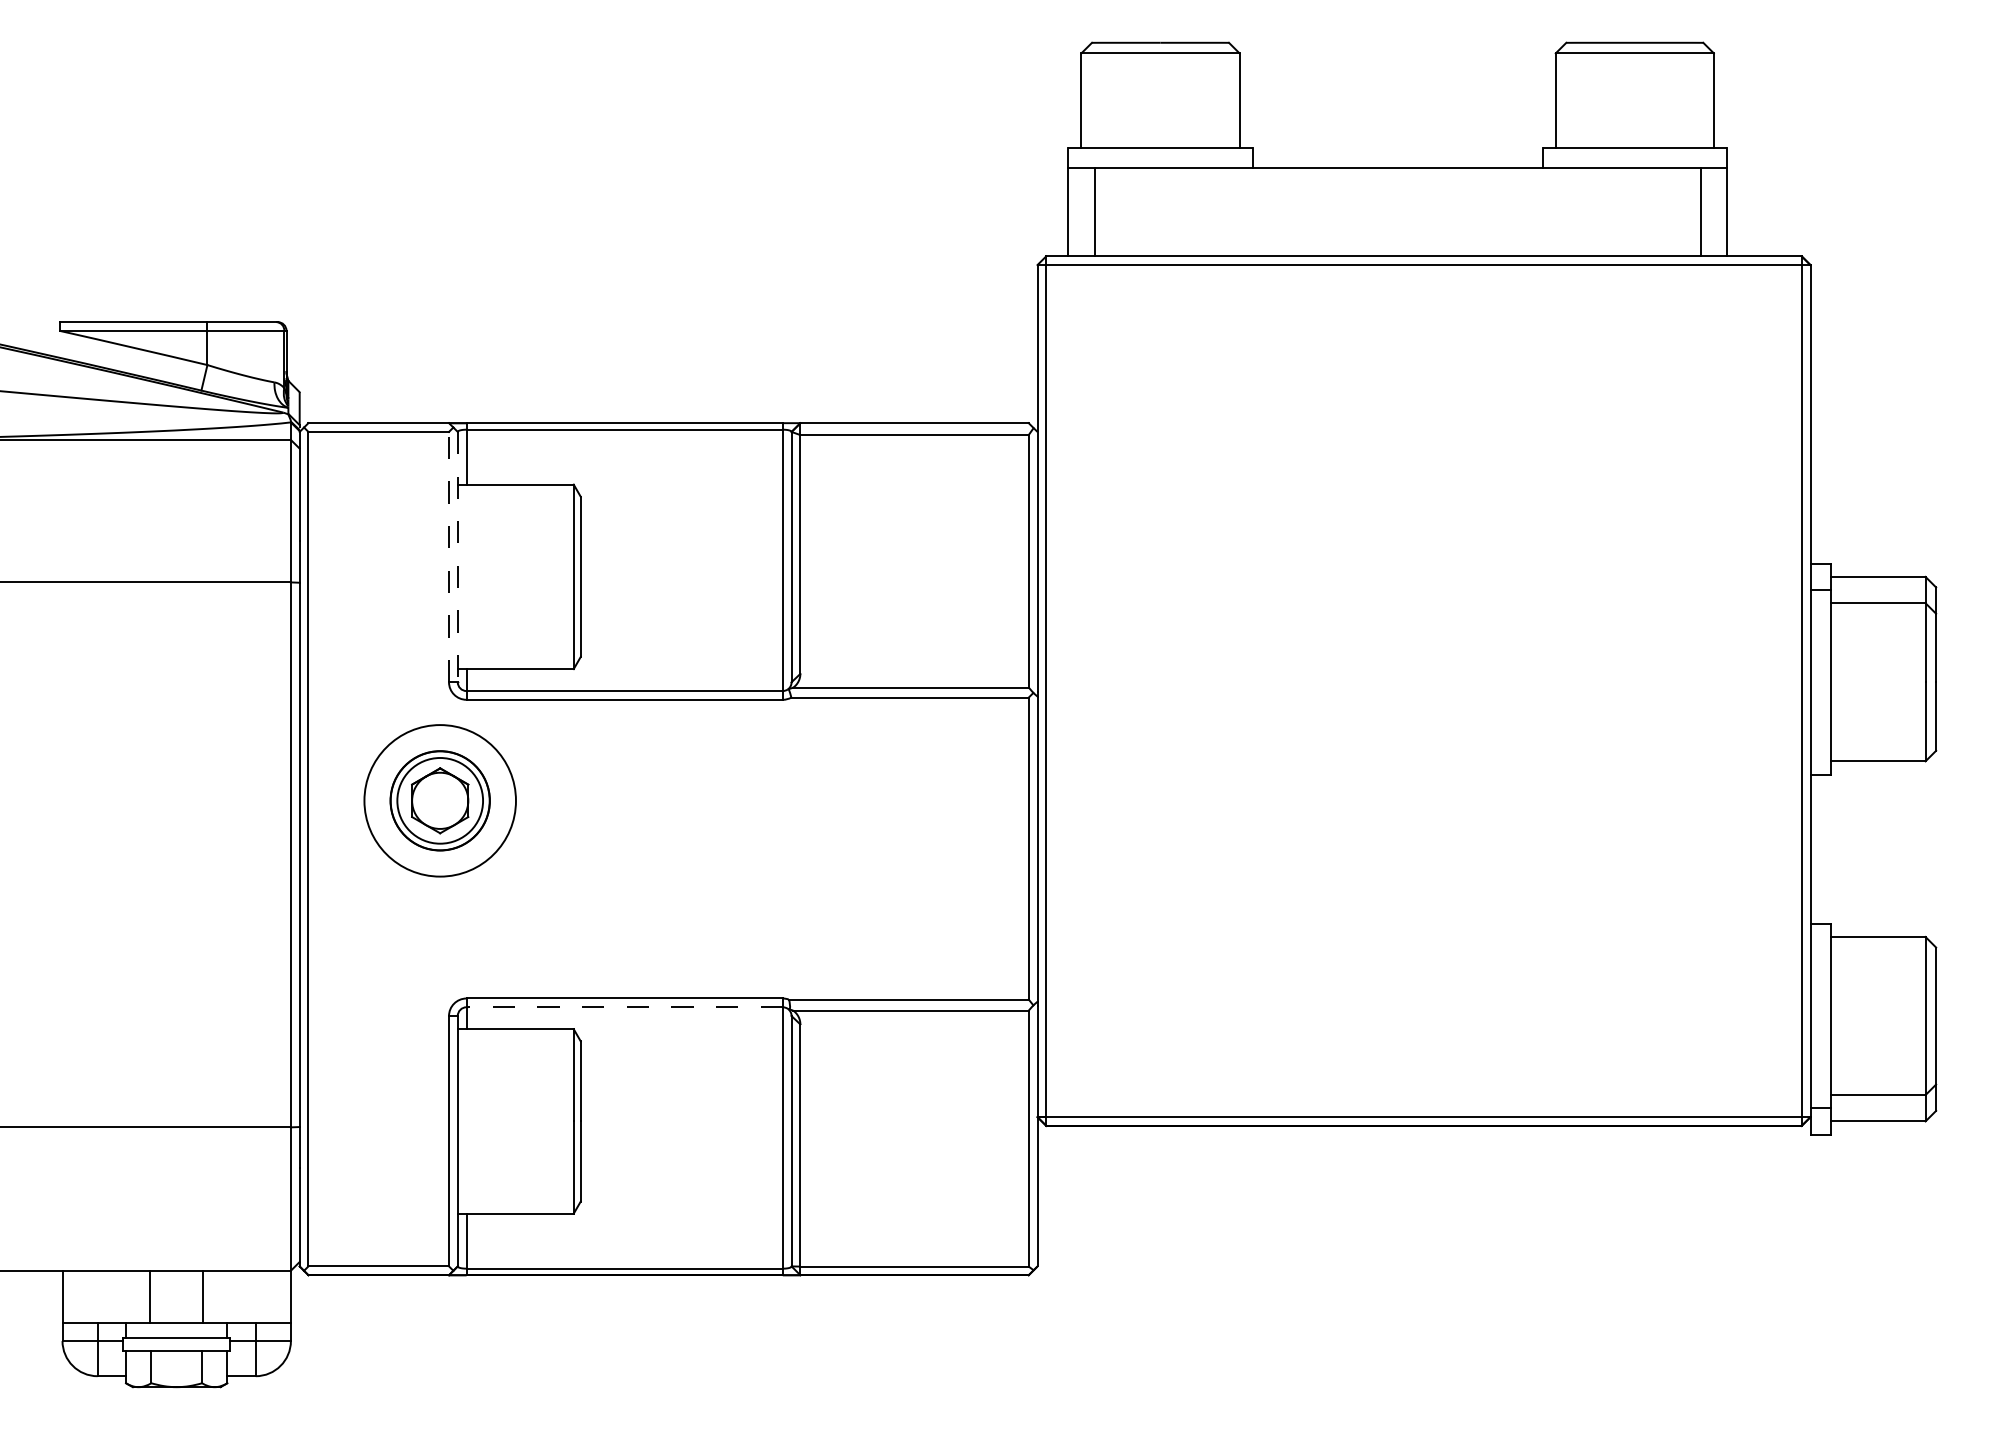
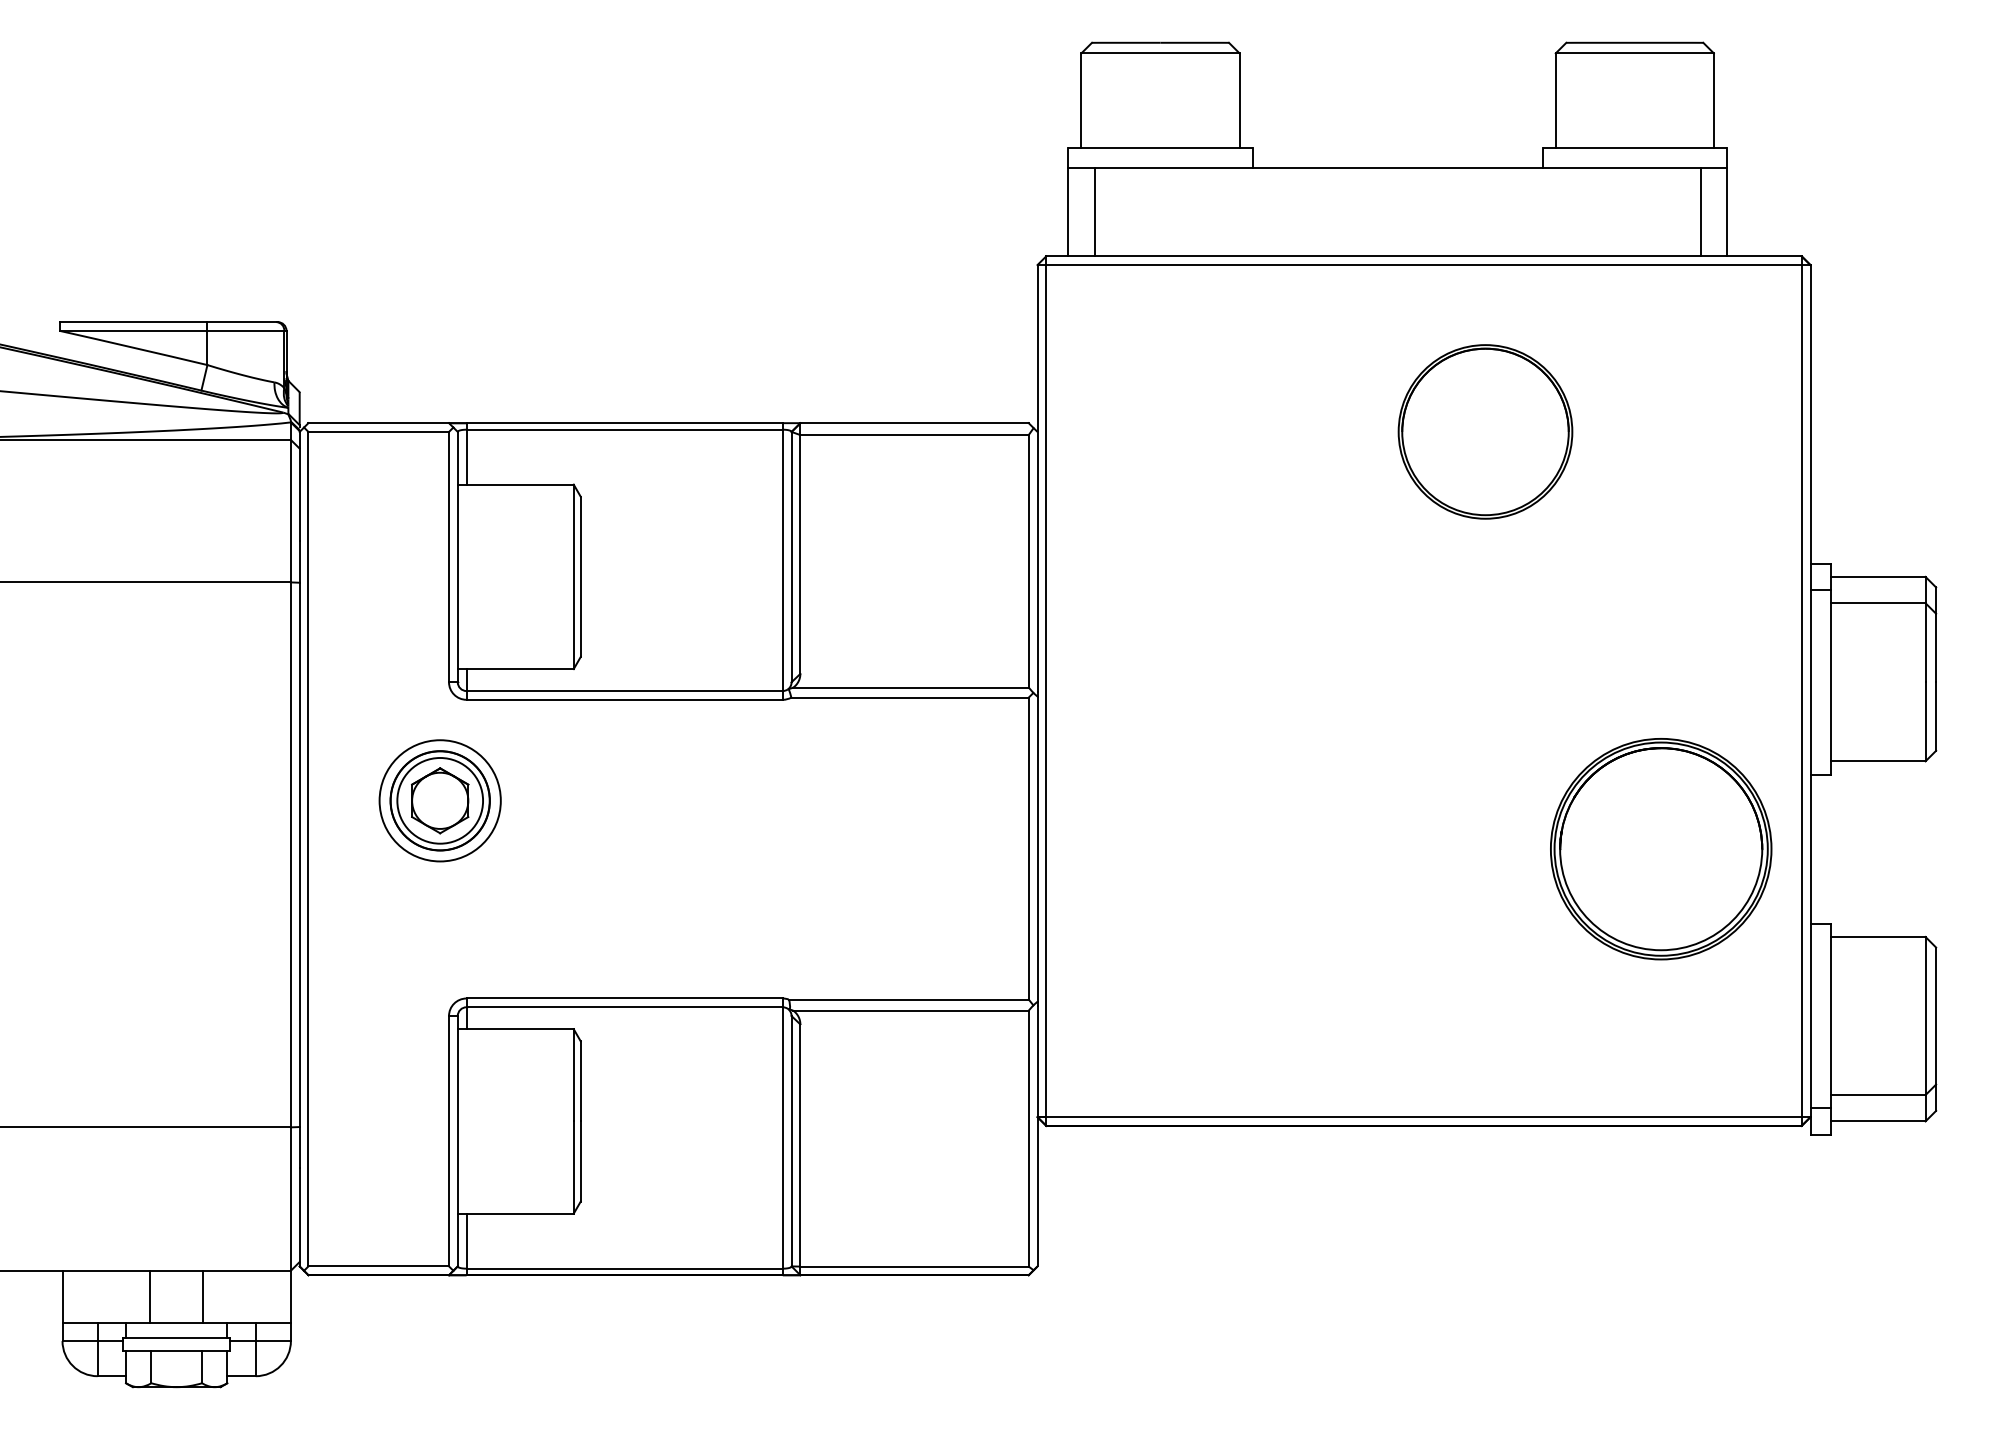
part at (1485, 431): none -> present
line at (449, 556): dashed -> solid
line at (457, 557): dashed -> solid
circle at (440, 800) diameter: 152 px -> 121 px
part at (1661, 849): none -> present
line at (624, 1007): dashed -> solid
